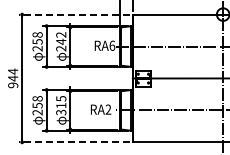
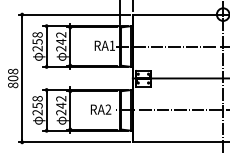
line at (73, 14): dashed -> solid
text at (112, 45): RA6 -> RA1
text at (13, 78): 944 -> 808
text at (61, 105): 315 -> 242
line at (73, 142): dashed -> solid
